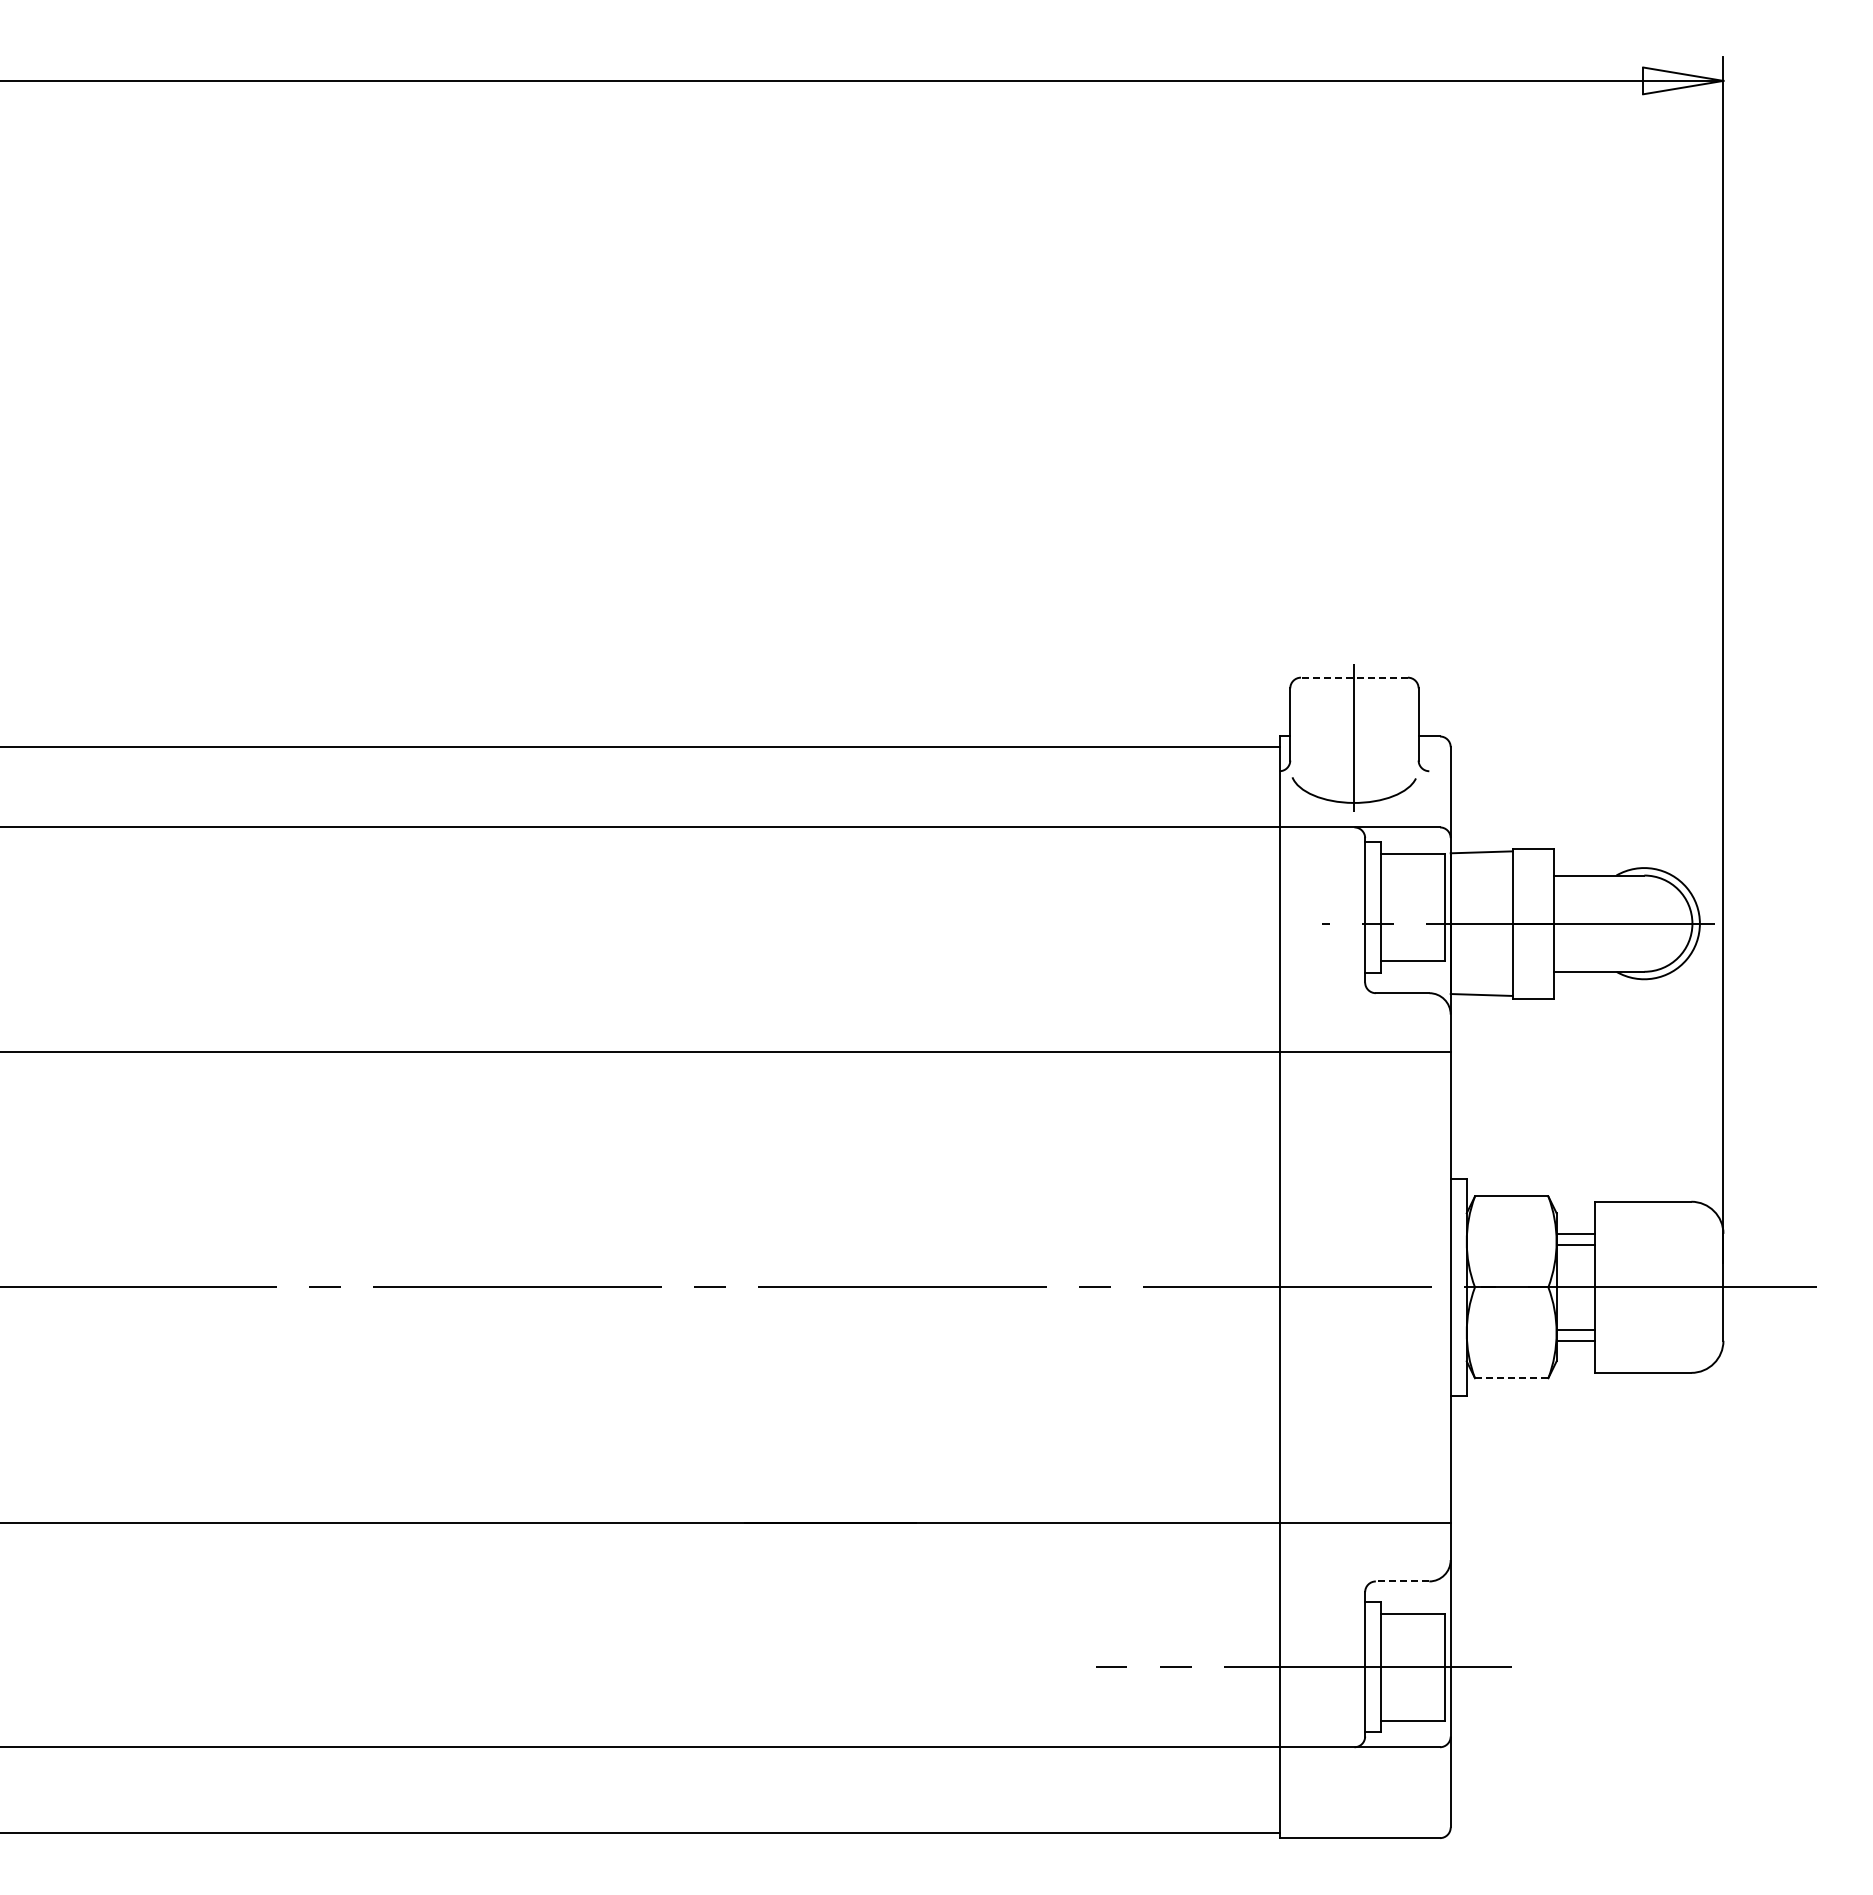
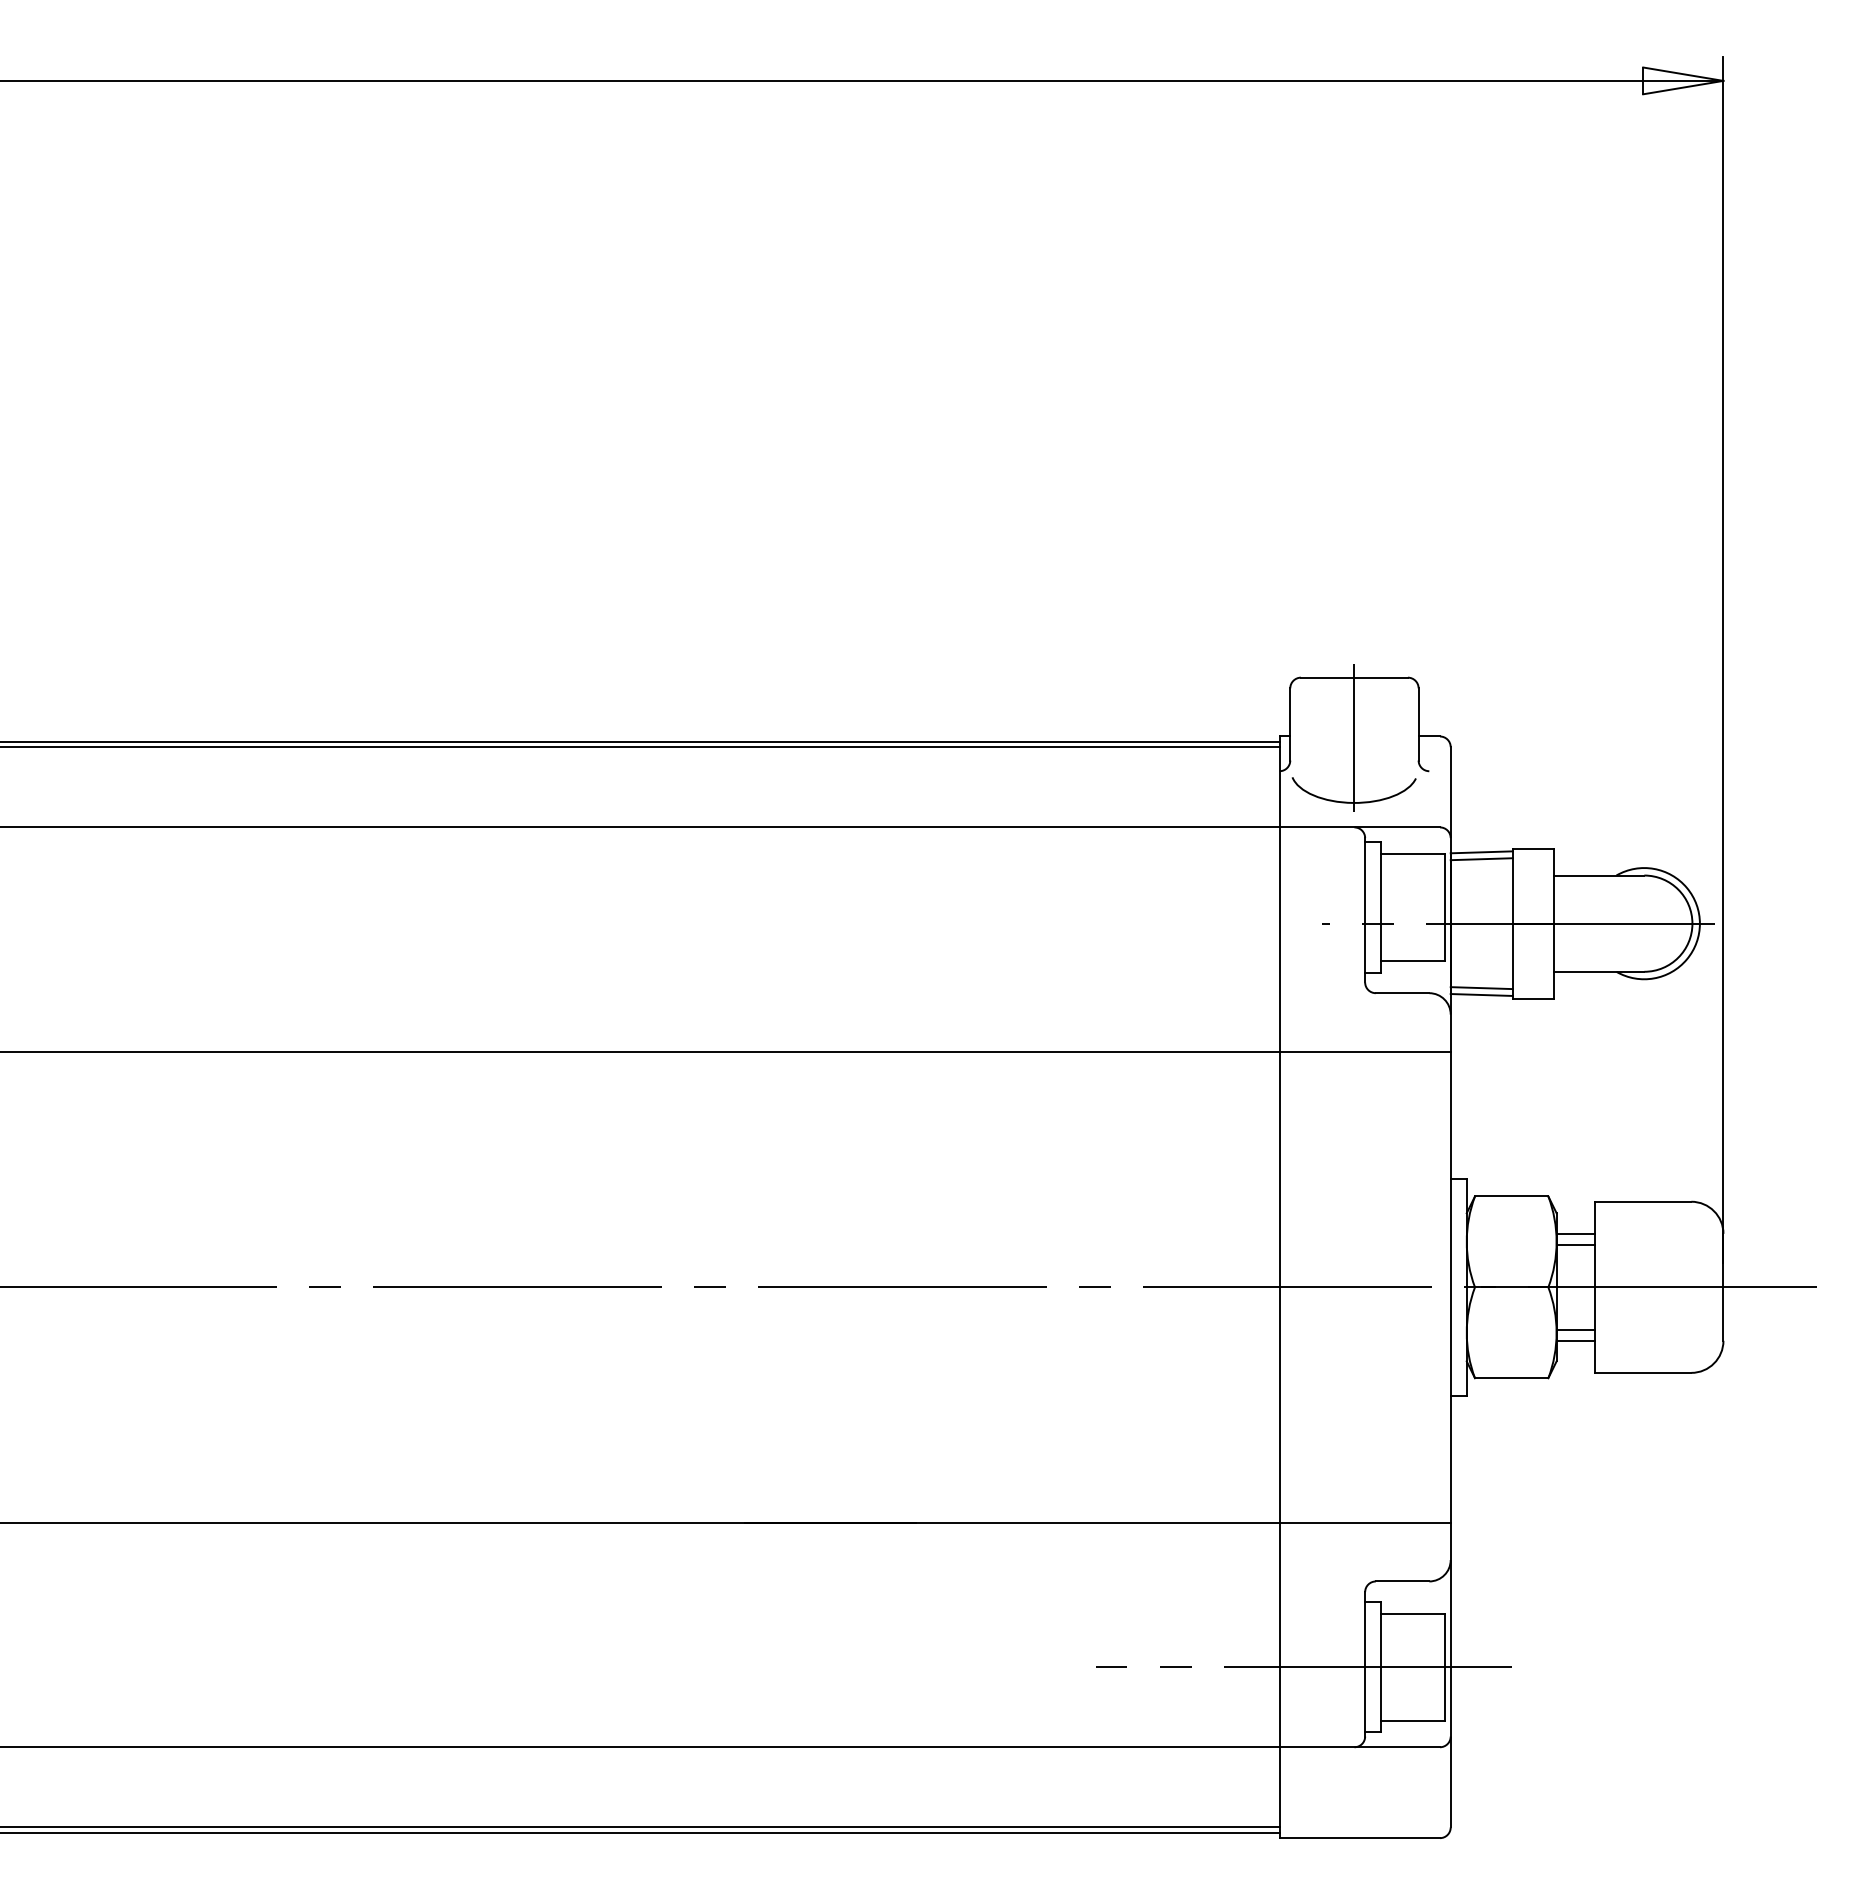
line at (1353, 677): dashed -> solid
line at (640, 741): none -> present
line at (1481, 859): none -> present
line at (1481, 988): none -> present
line at (1511, 1378): dashed -> solid
line at (1402, 1581): dashed -> solid
line at (640, 1827): none -> present
